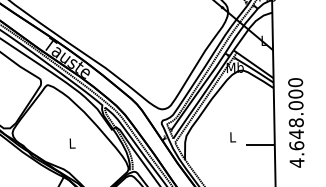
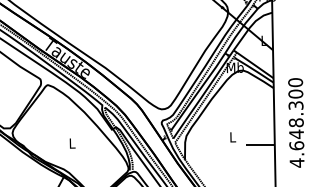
text at (295, 105): 4.648.000 -> 4.648.300
